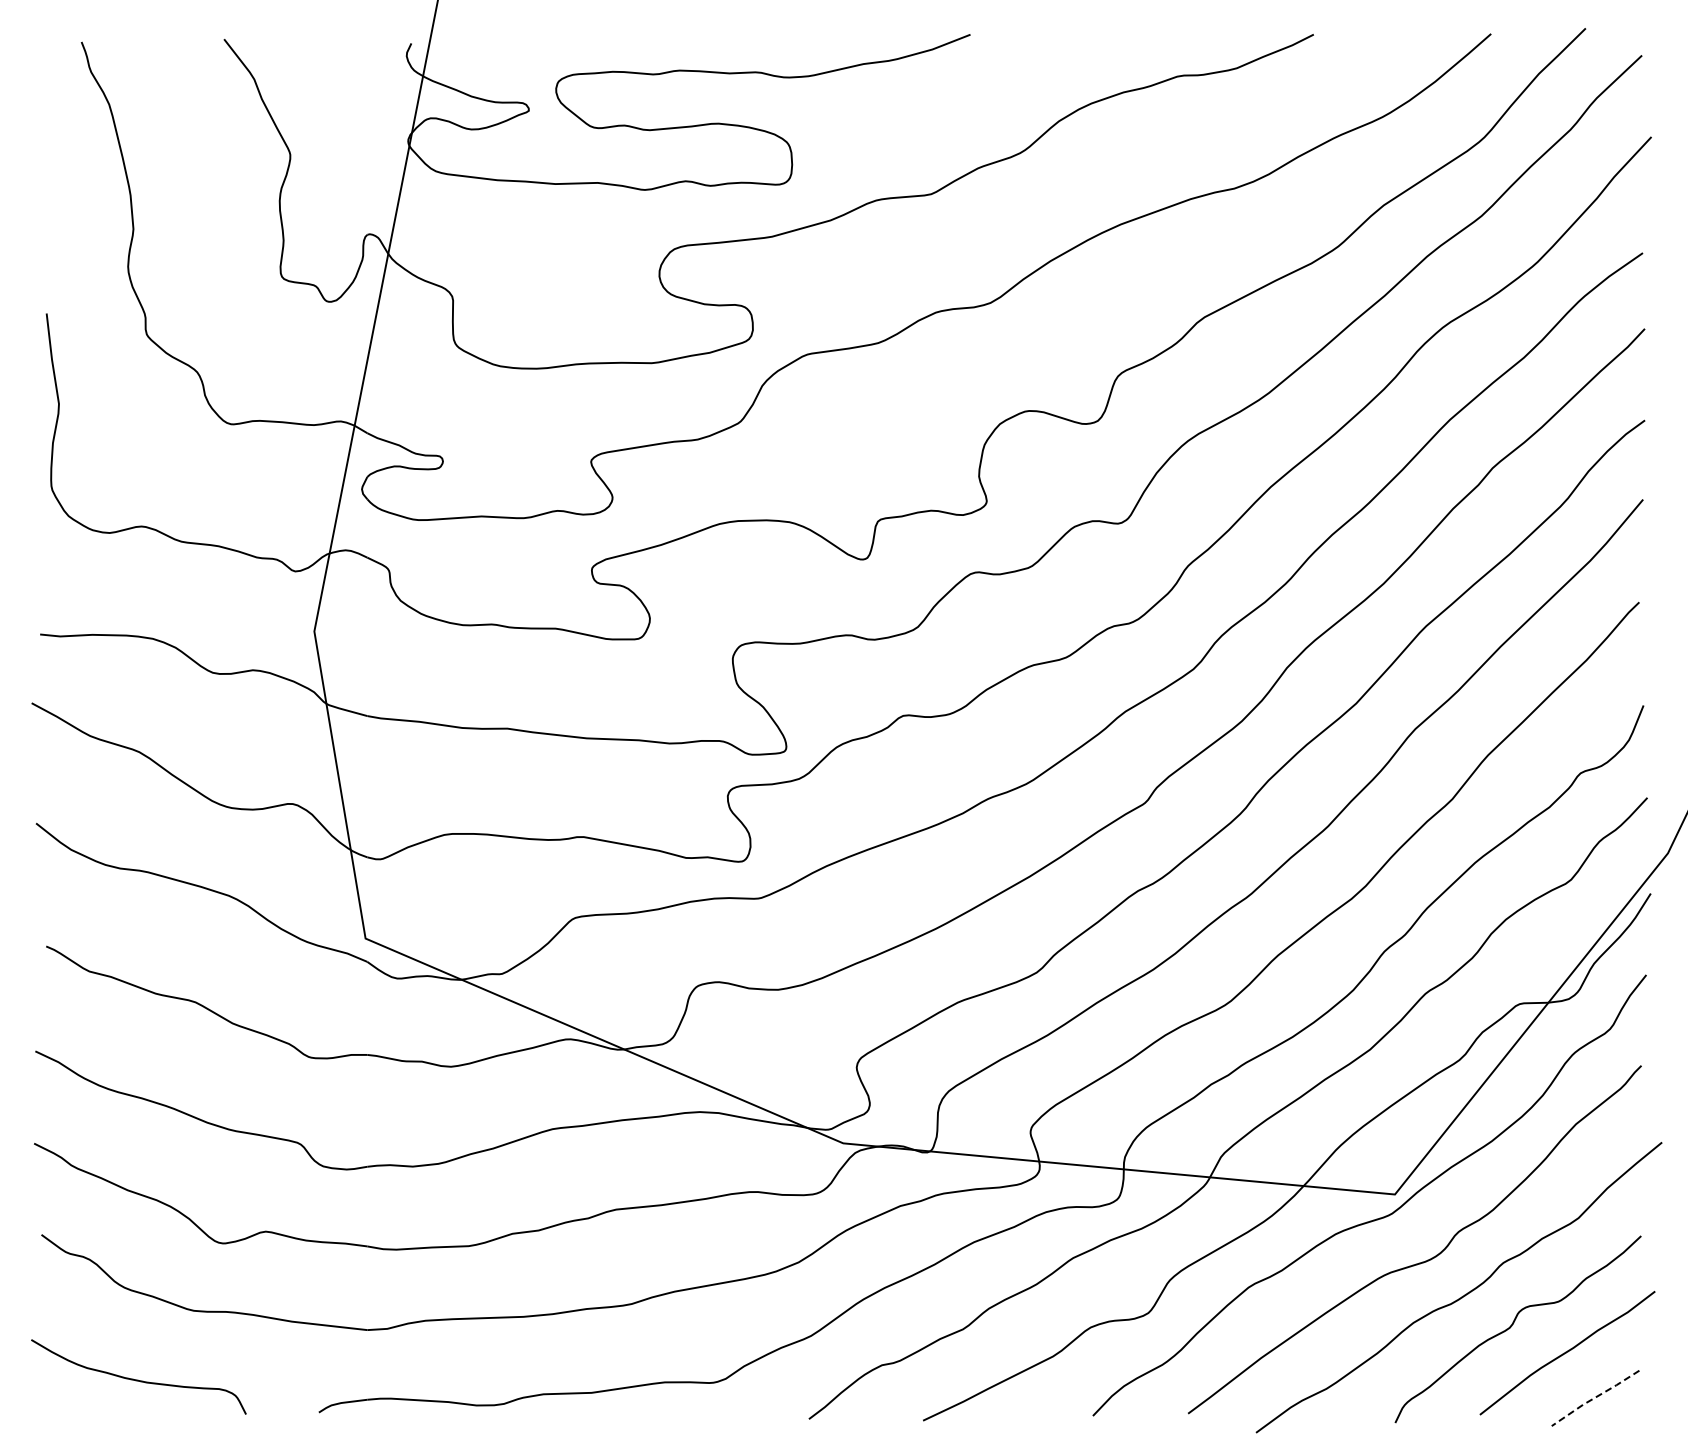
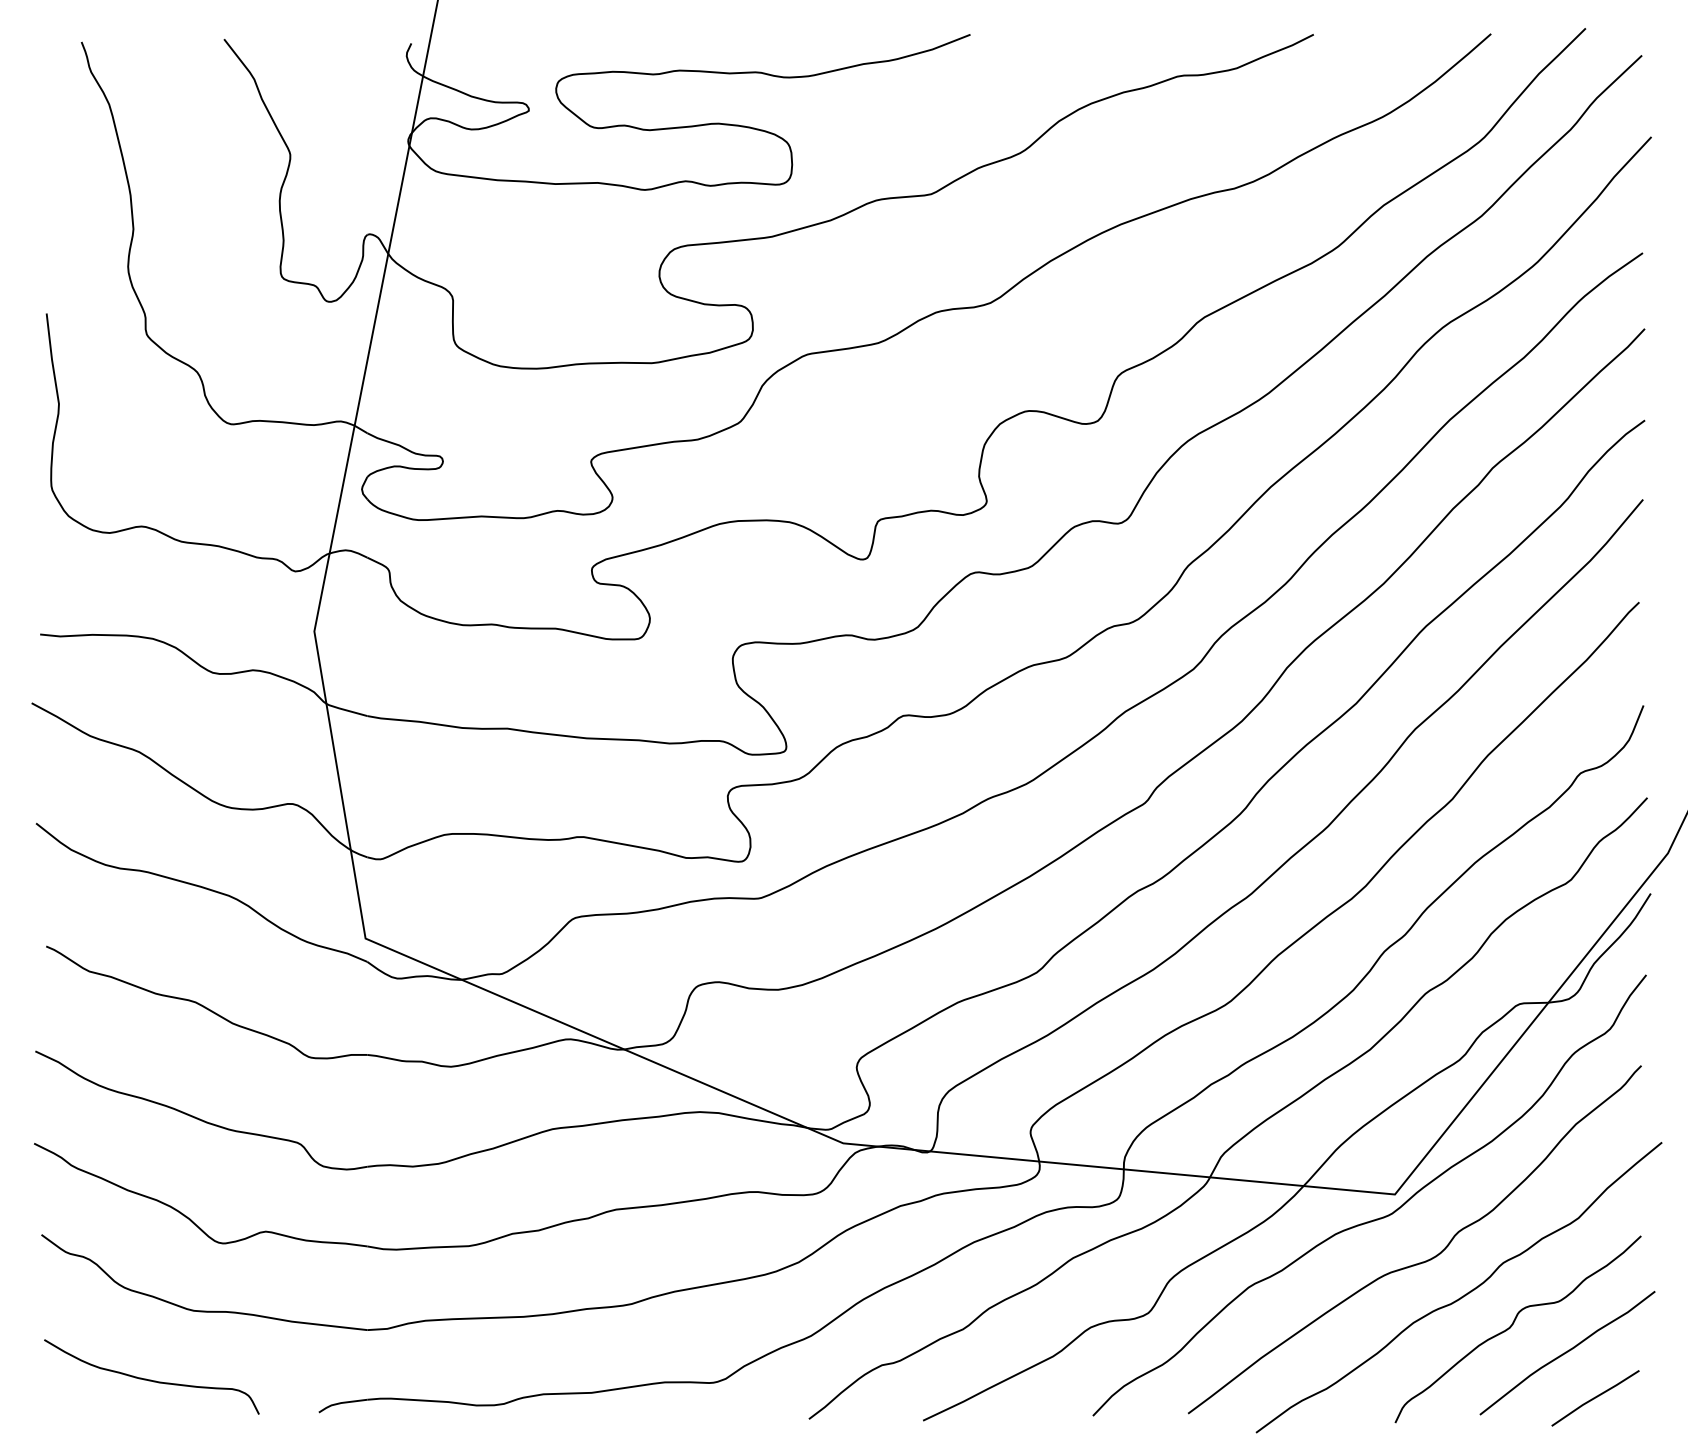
curve at (138, 1379) position: (138, 1379) -> (151, 1379)
line at (1595, 1397): dashed -> solid
